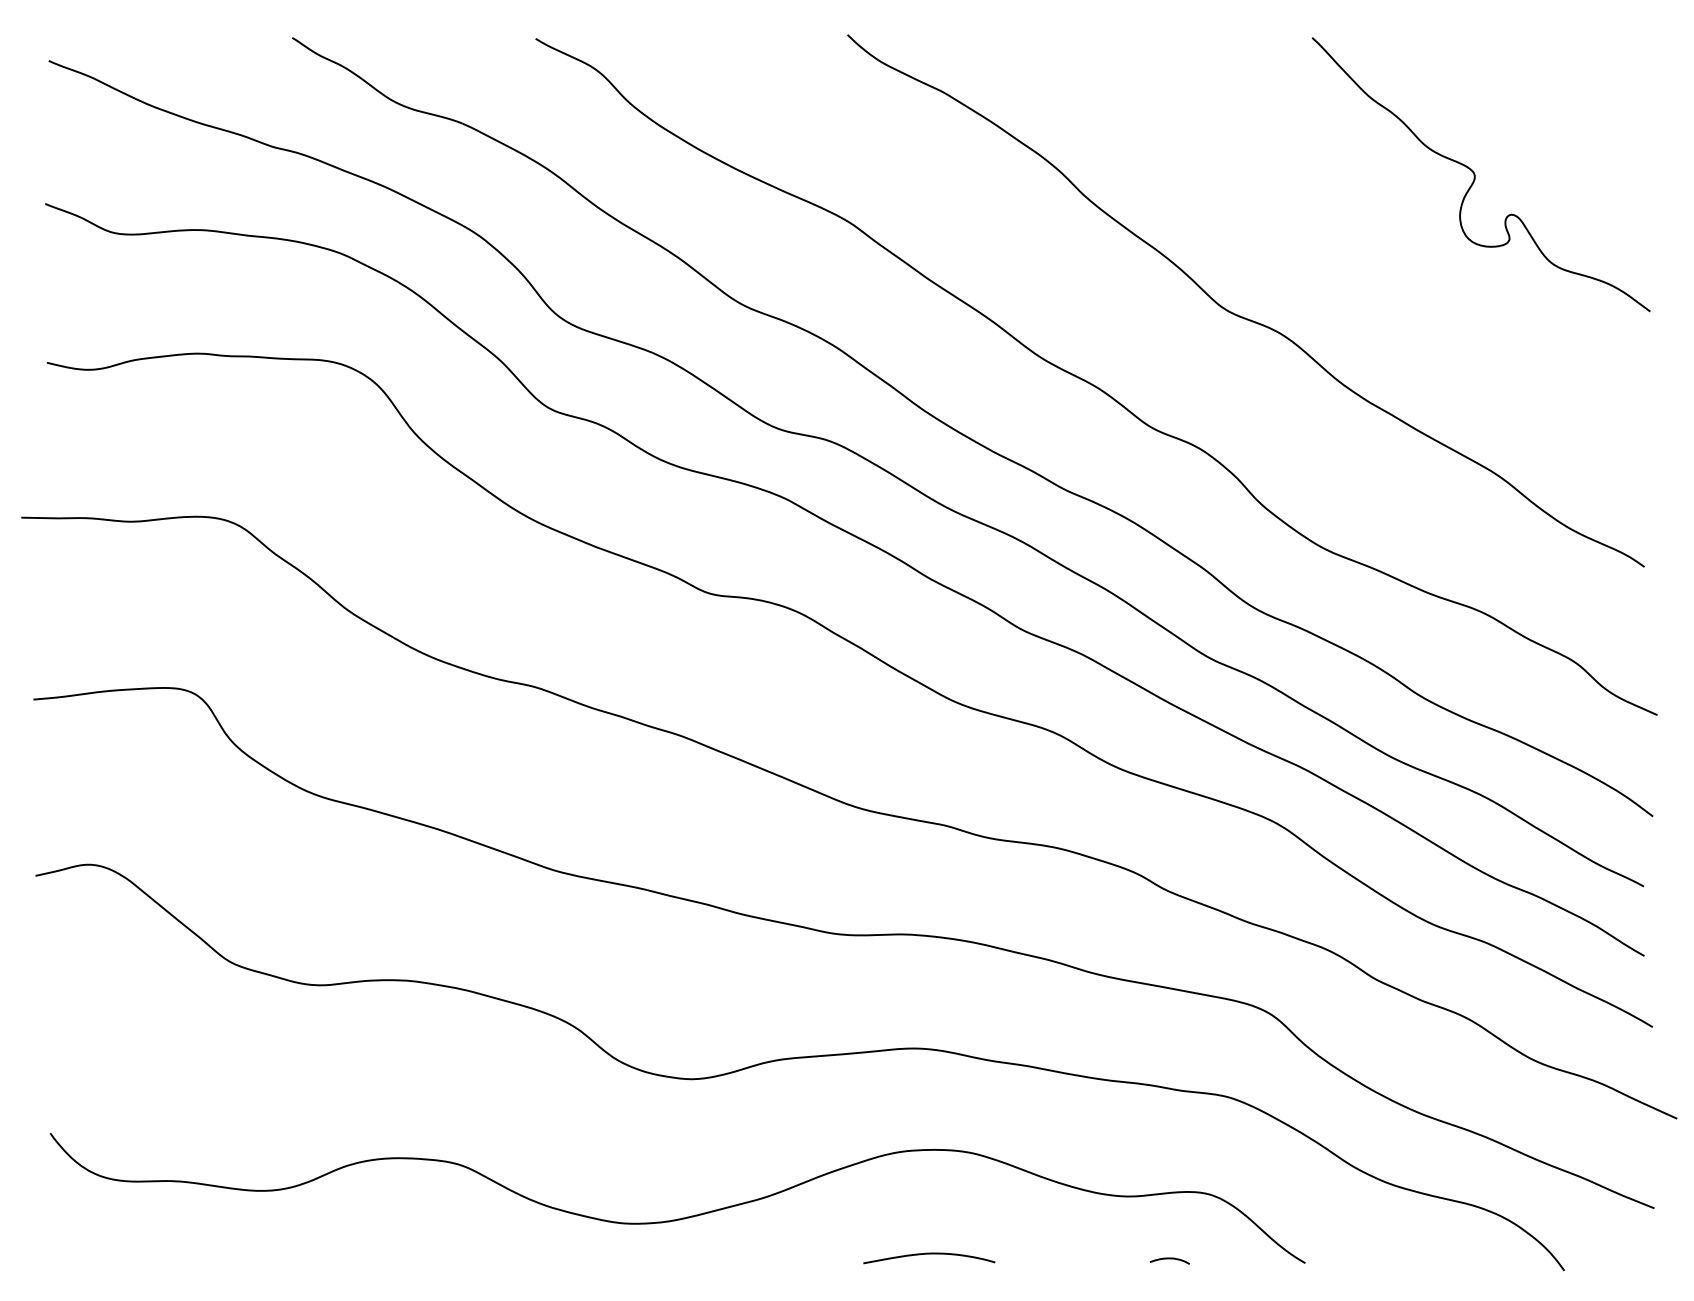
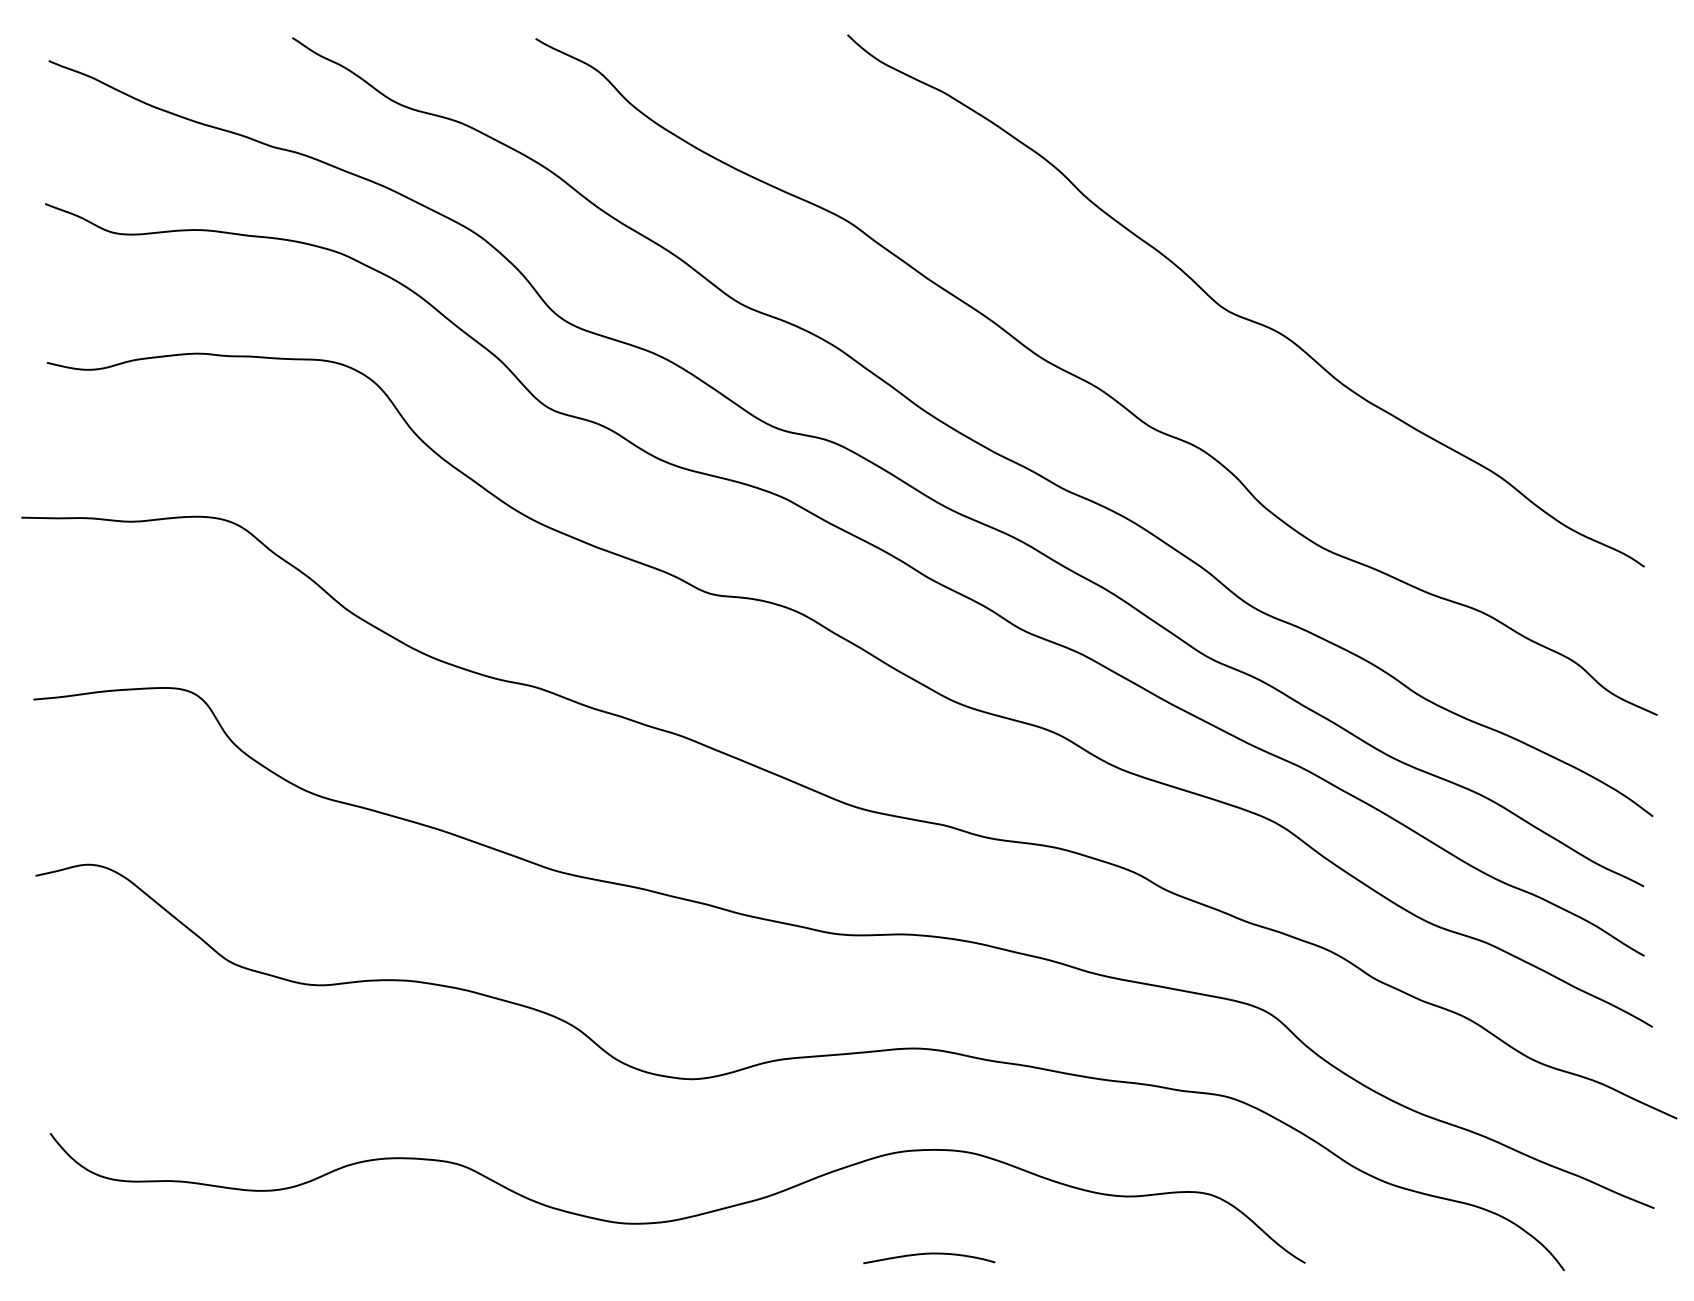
curve at (1475, 174): present -> none
curve at (1169, 1259): present -> none
